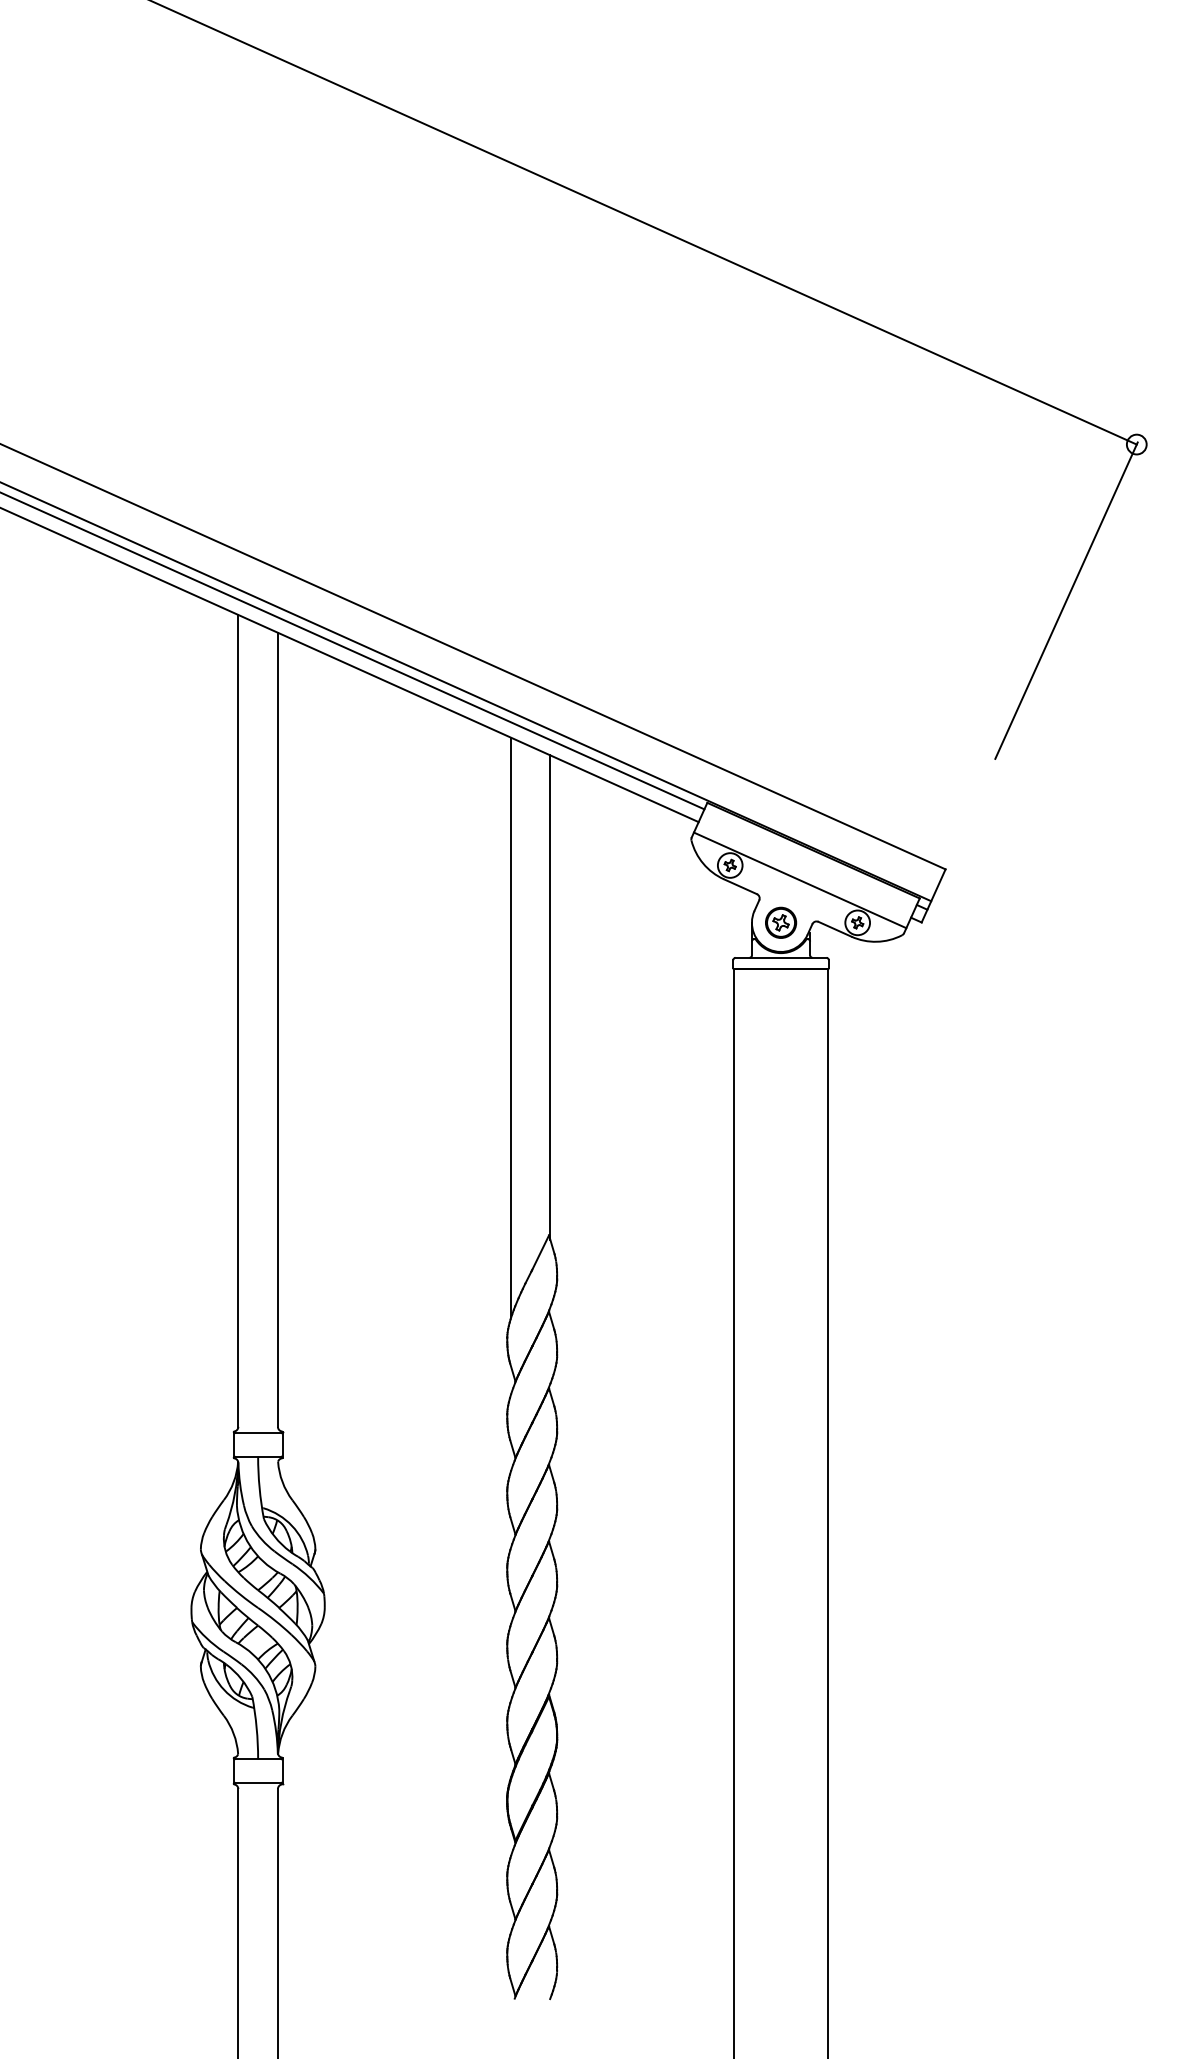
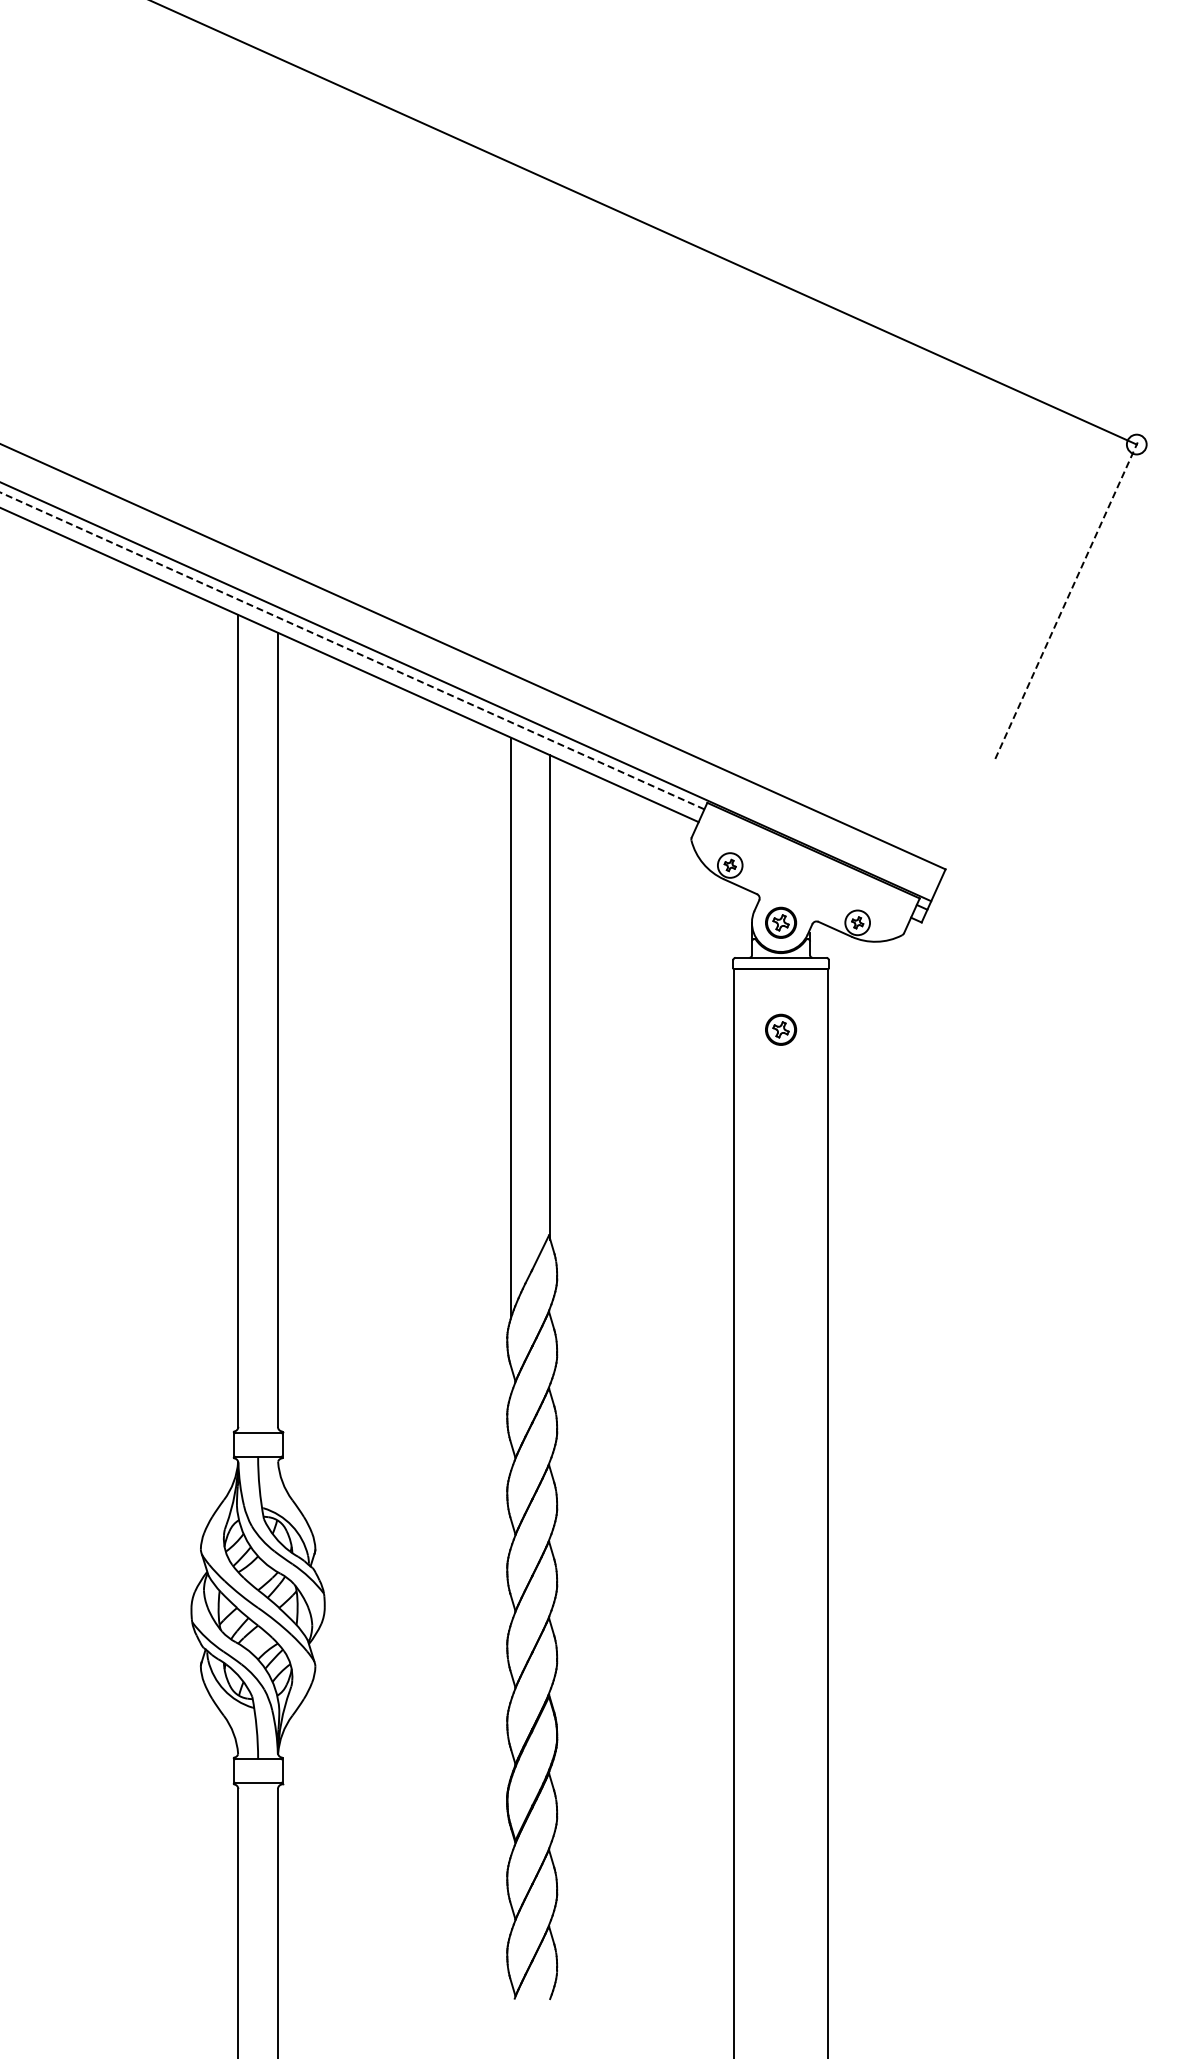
line at (1066, 600): solid -> dashed
line at (352, 650): solid -> dashed
line at (799, 880): present -> none
part at (781, 1029): none -> present
